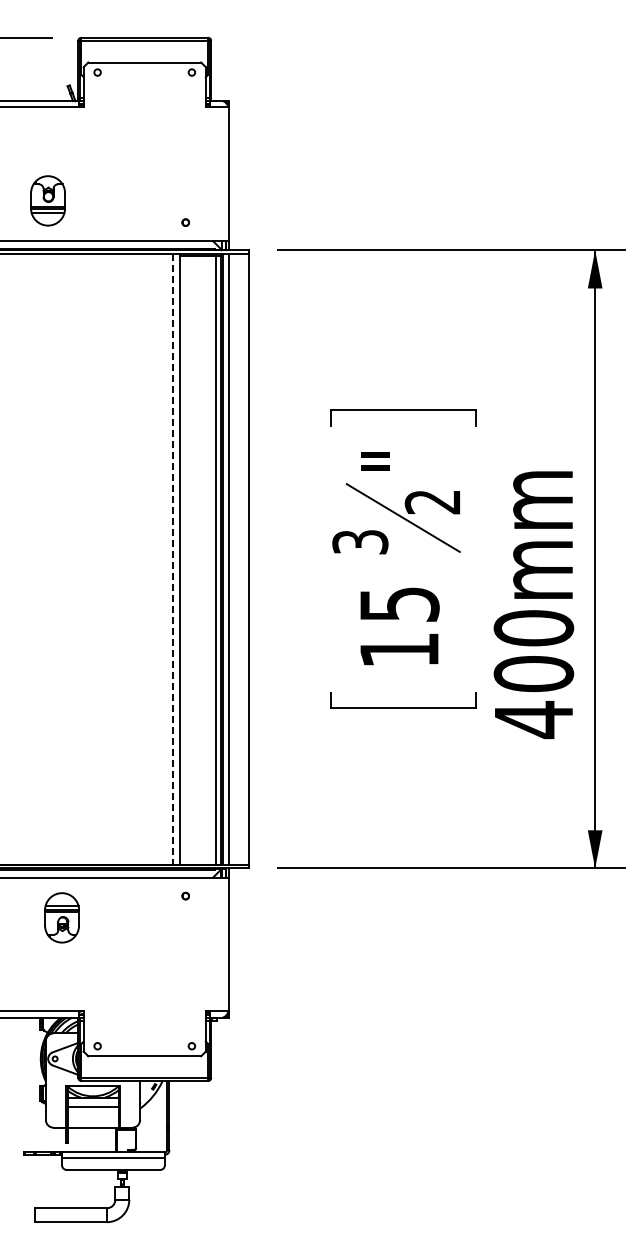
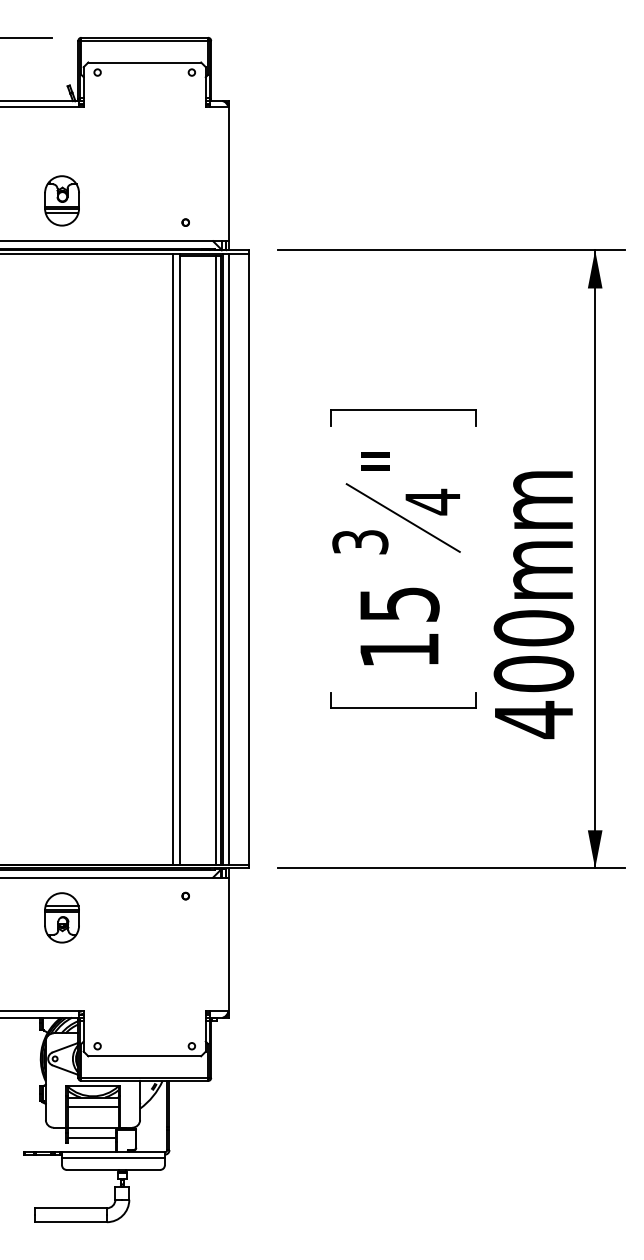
part at (47, 200) position: (47, 200) -> (61, 200)
text at (432, 501): 2 -> 4
line at (173, 559): dashed -> solid
line at (91, 1137): none -> present
